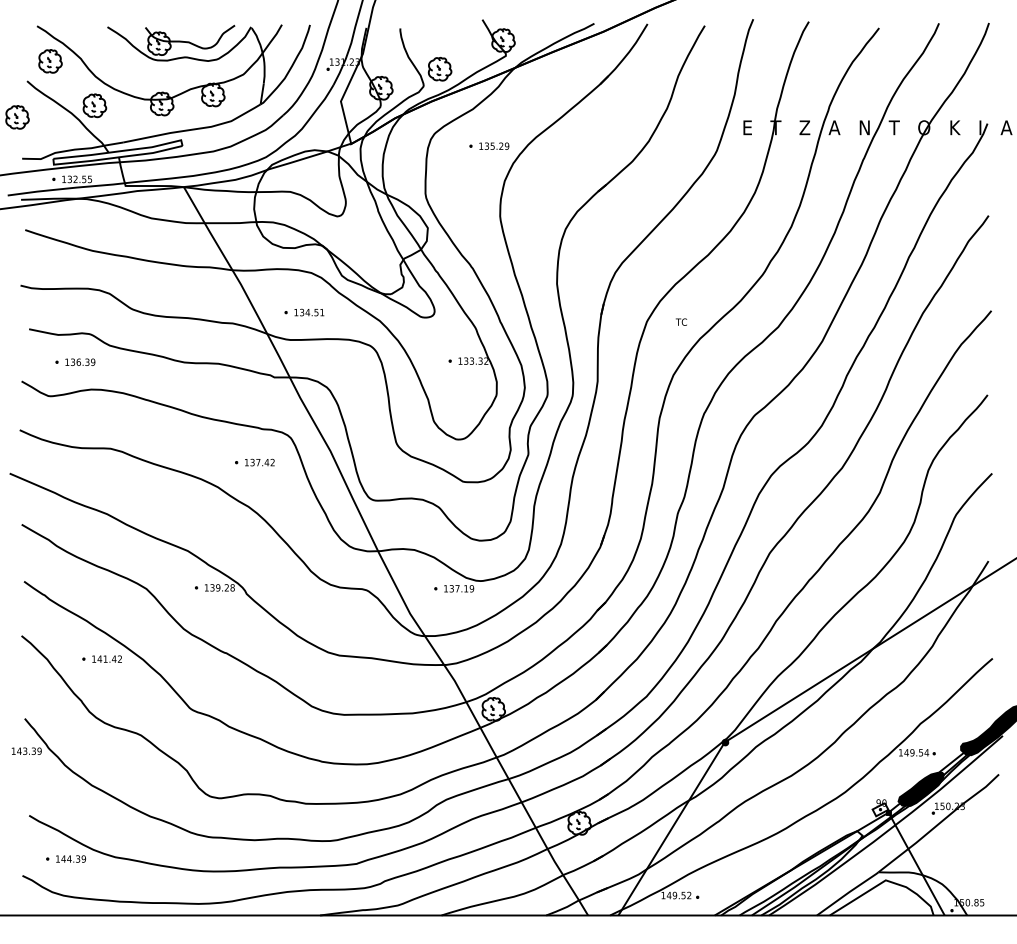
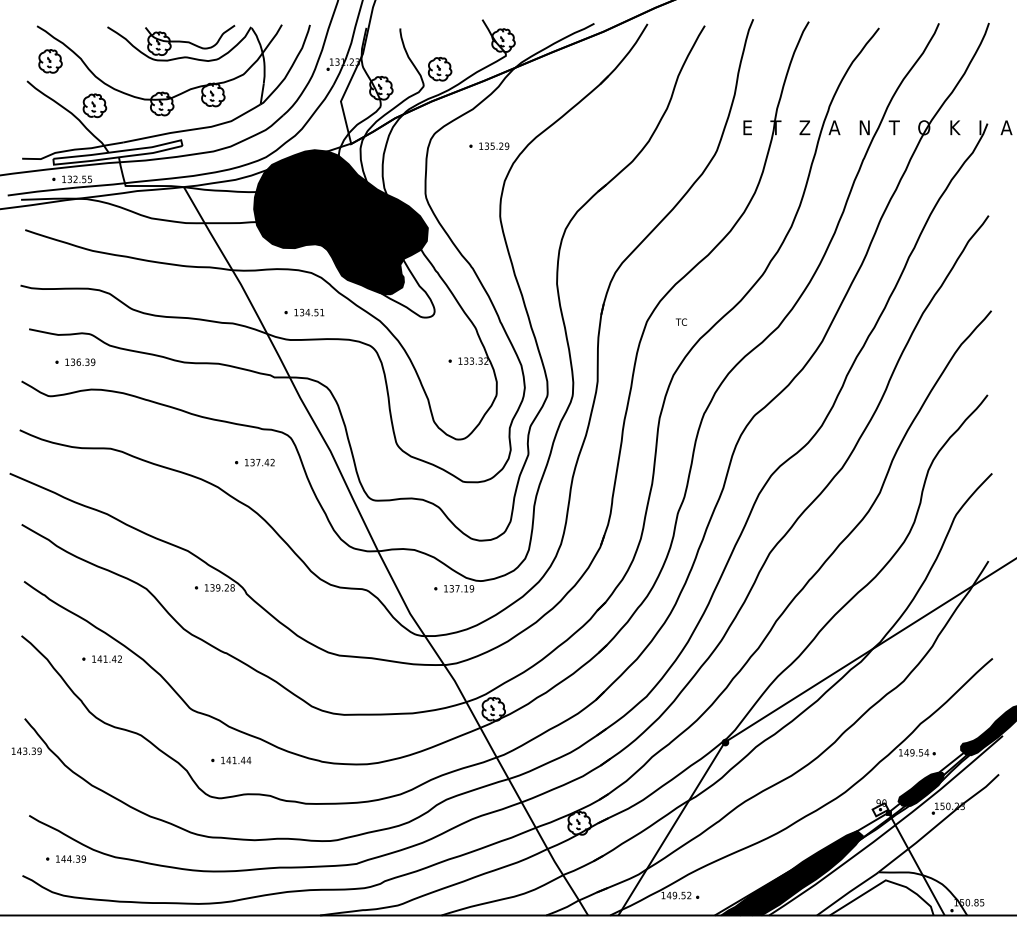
part at (17, 117): present -> none
fill at (340, 222): none -> present
part at (231, 760): none -> present
fill at (791, 873): none -> present
